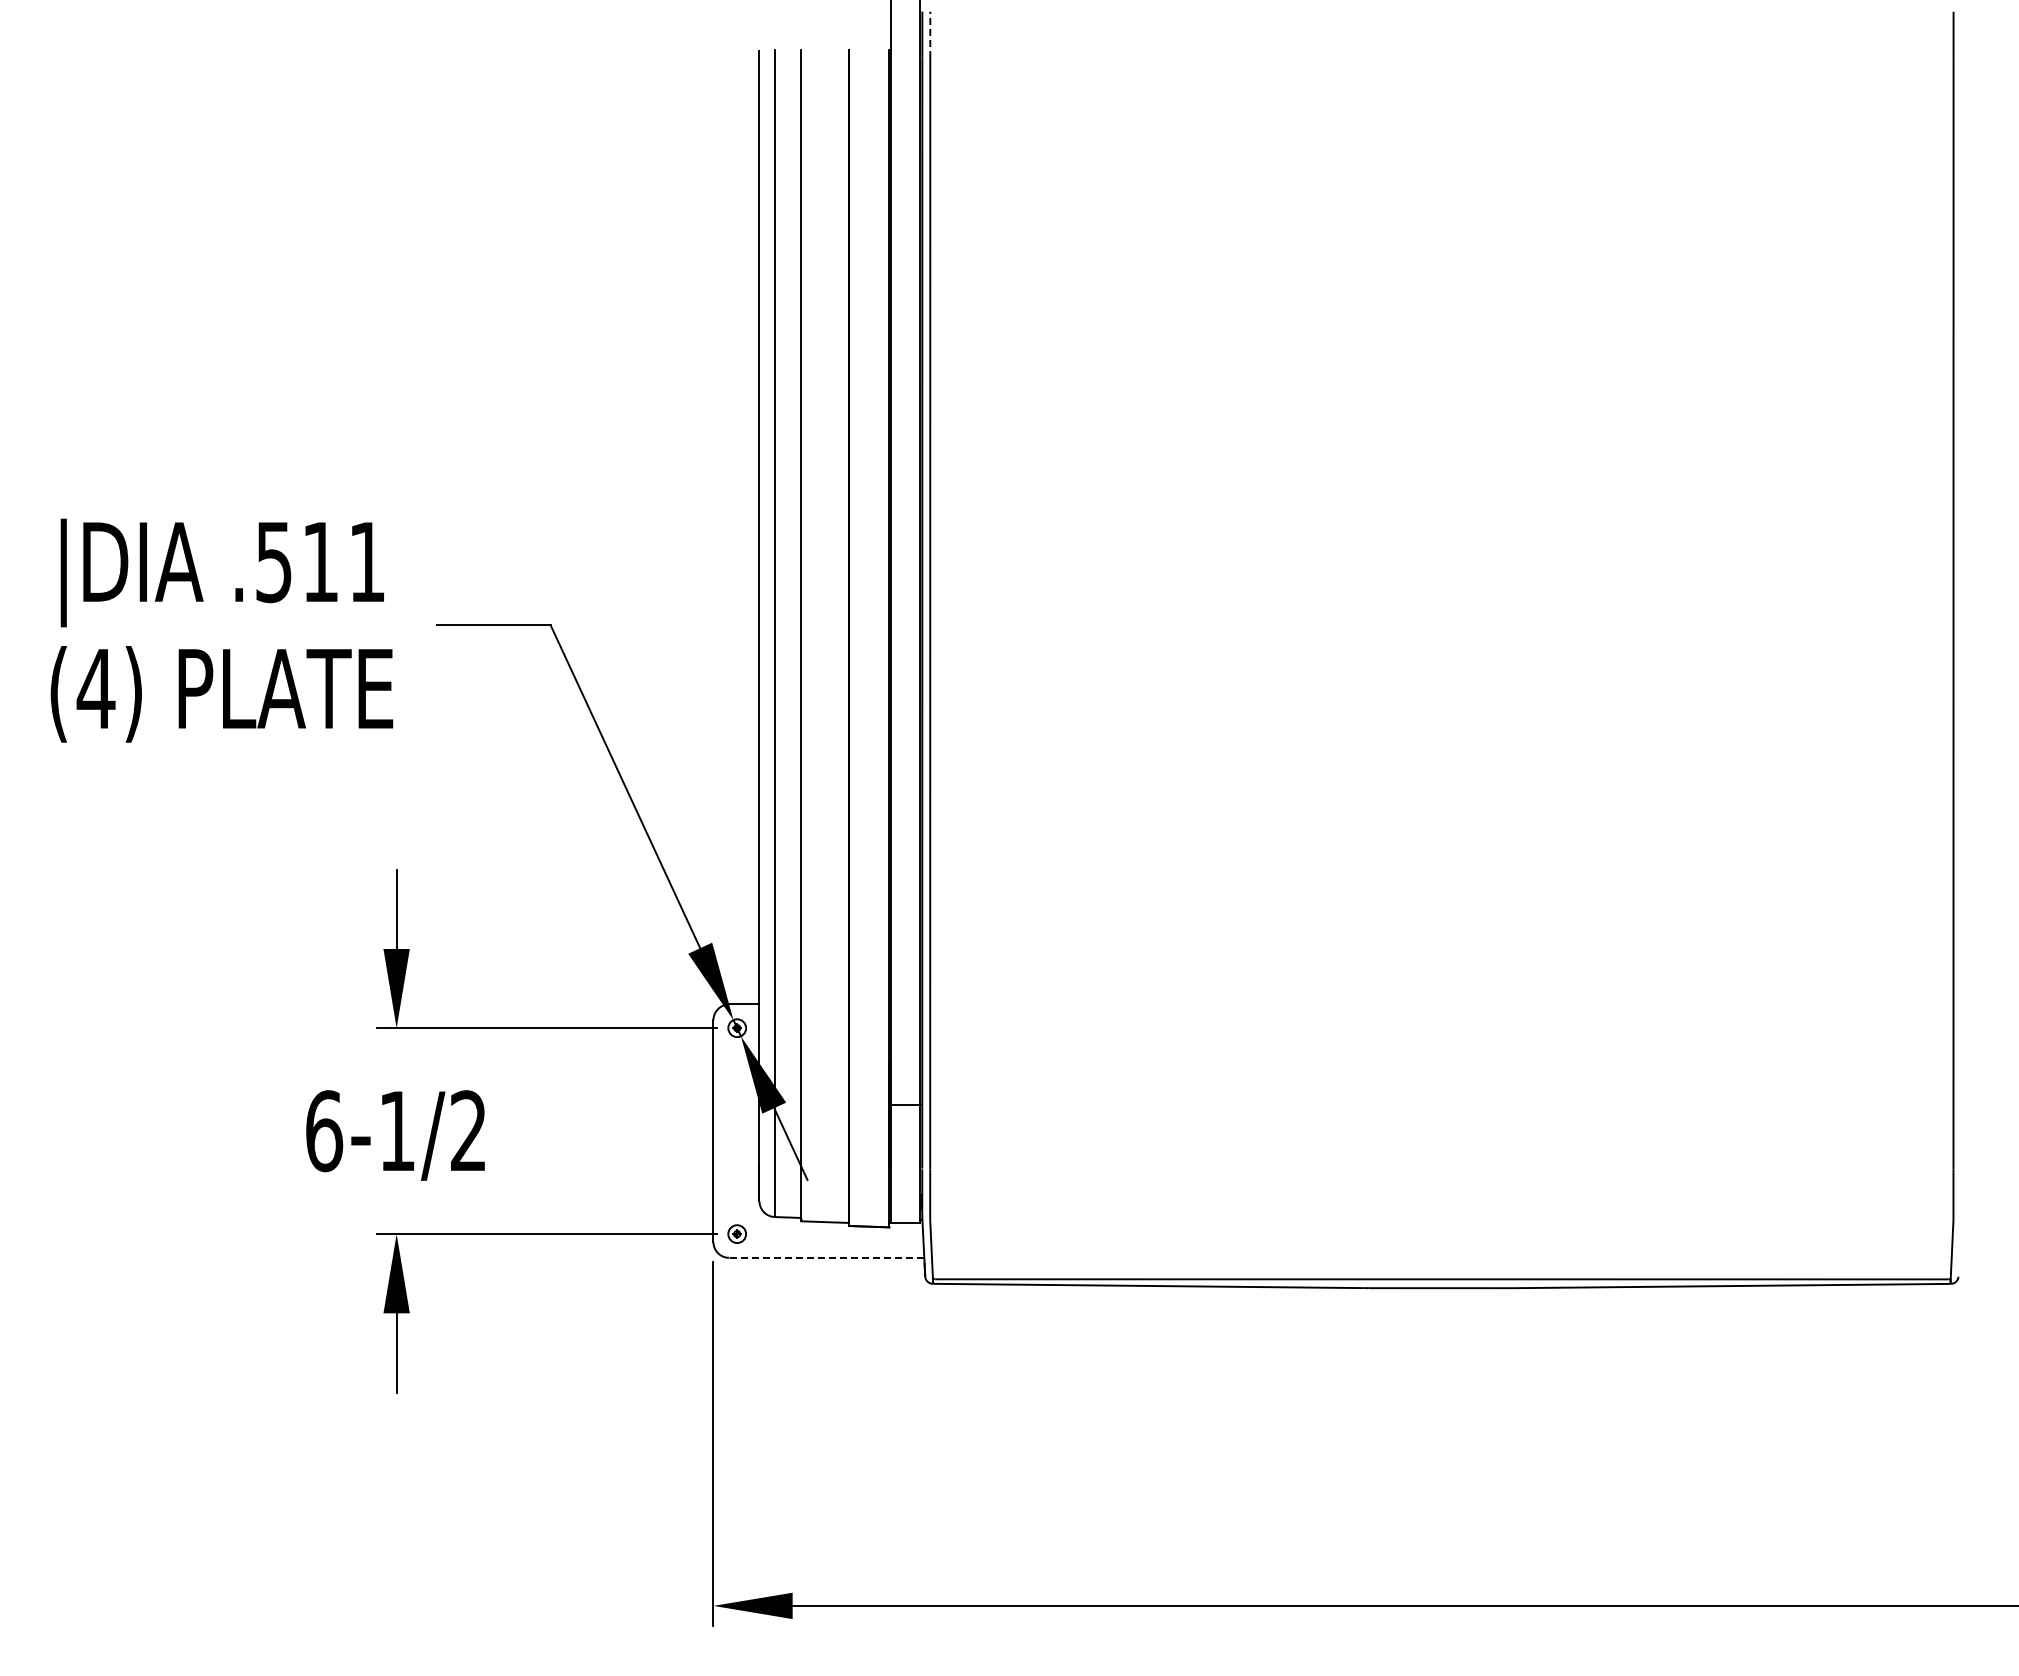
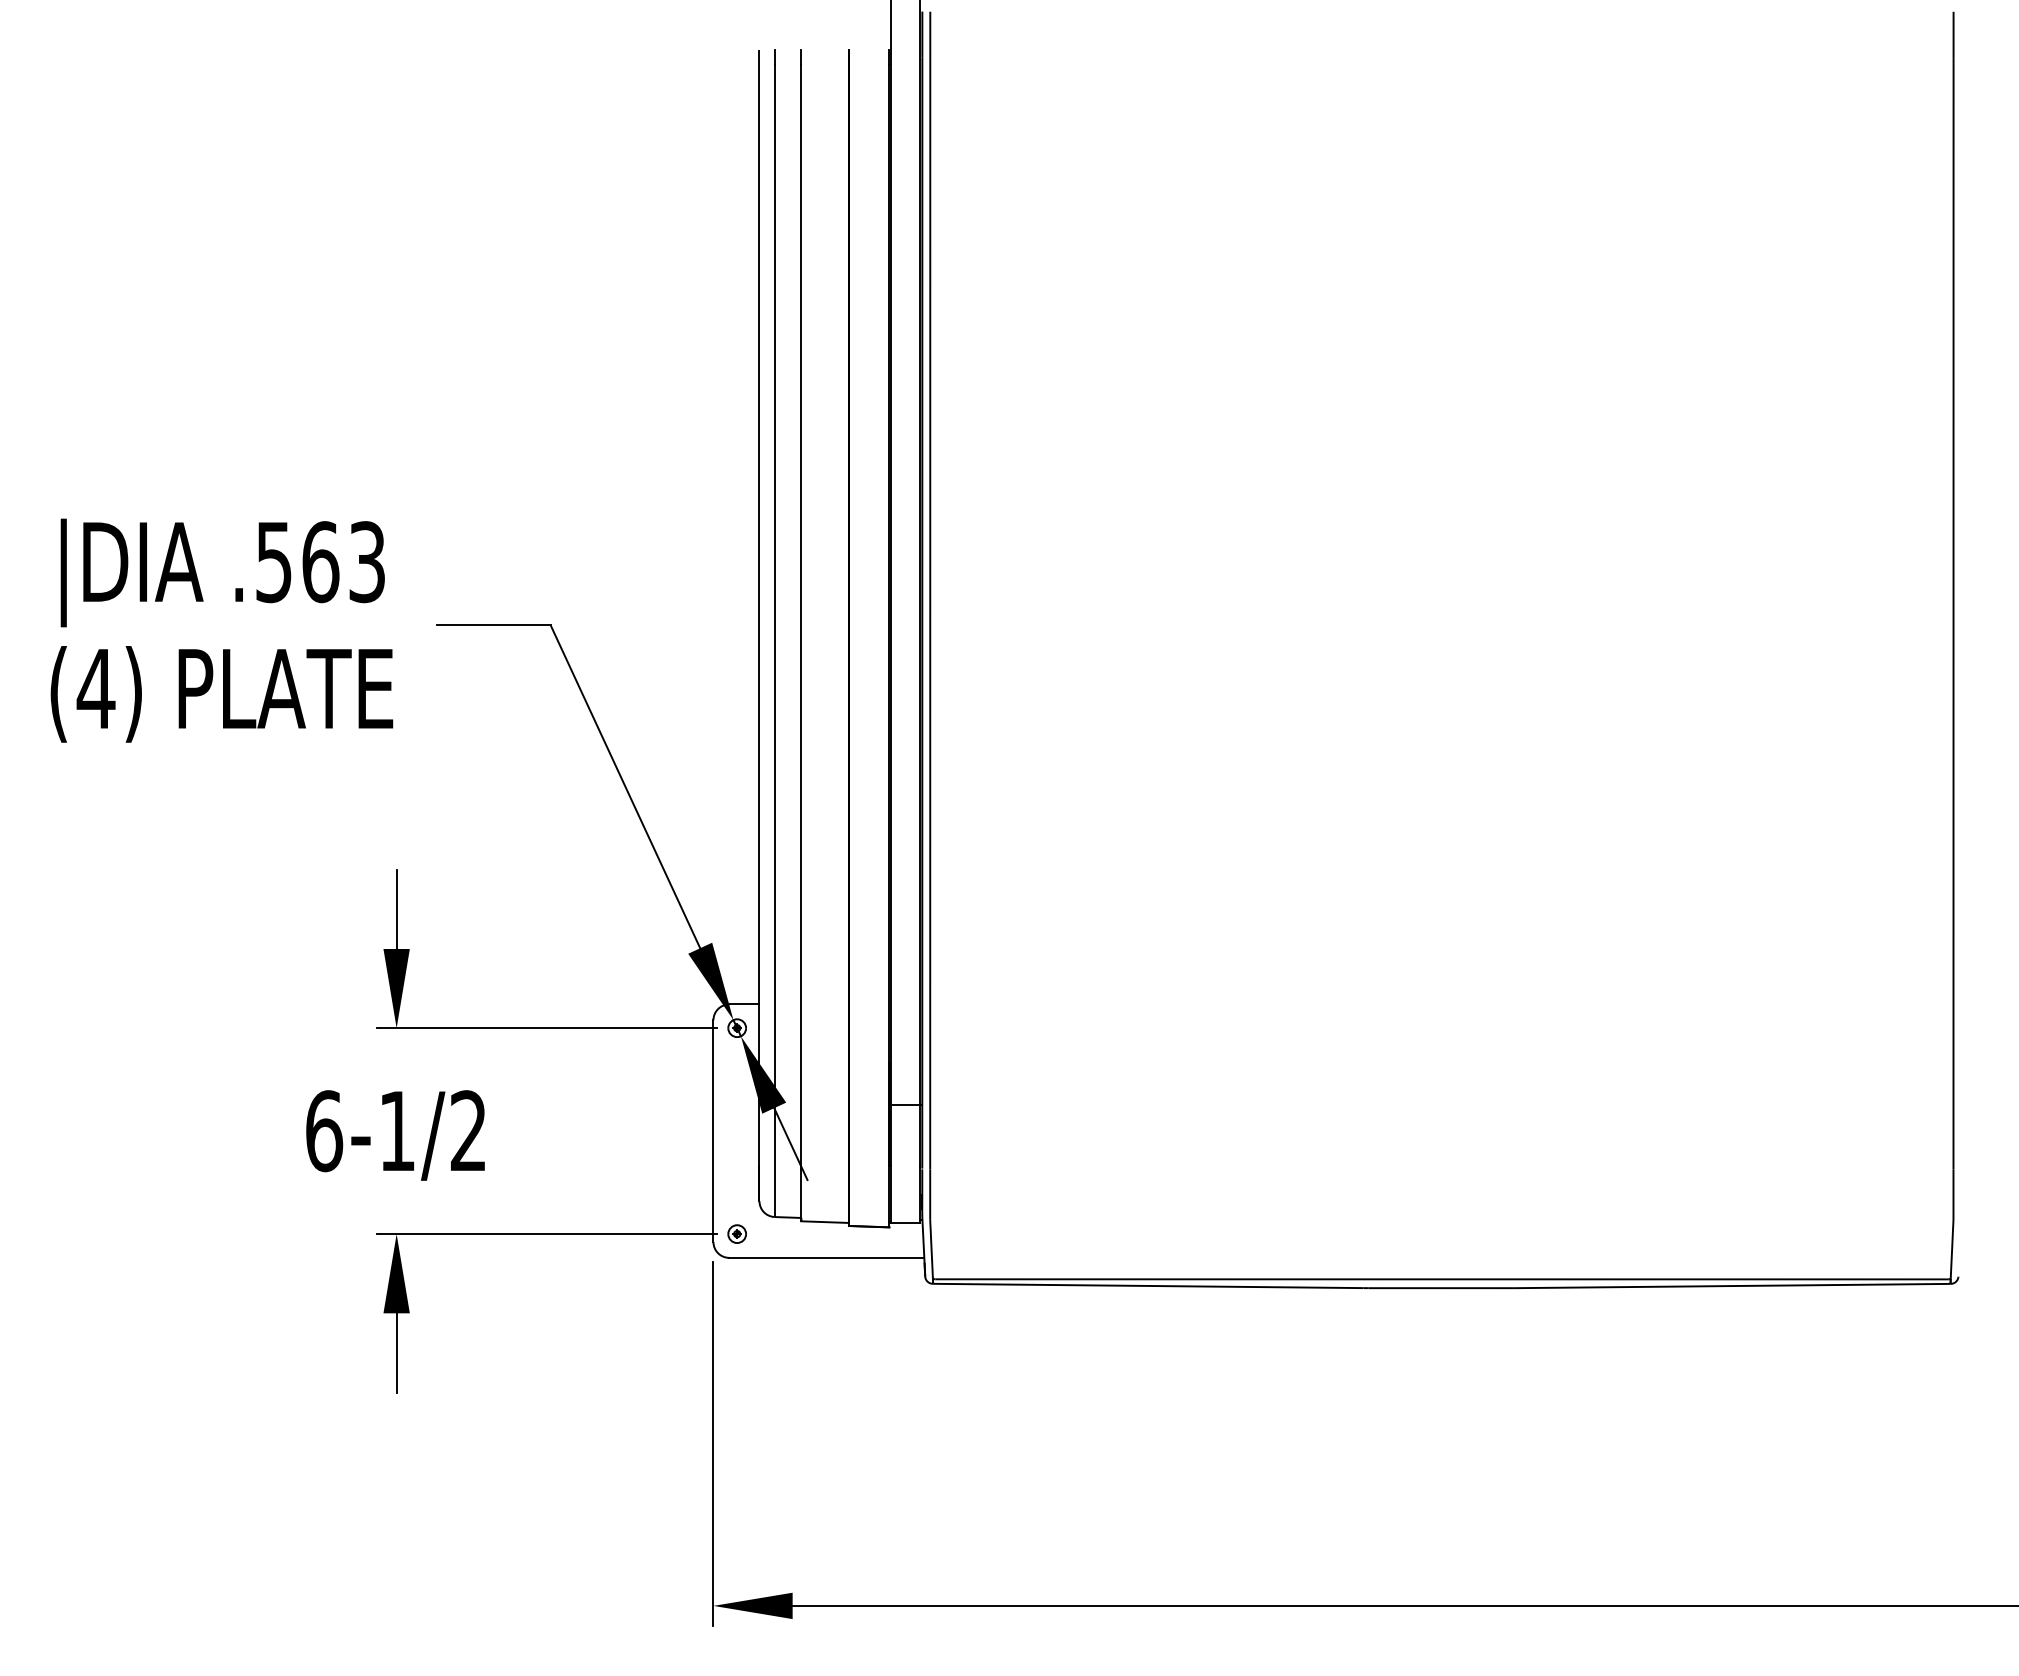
line at (930, 34): dashed -> solid
text at (343, 562): .511 -> .563
line at (826, 1257): dashed -> solid
